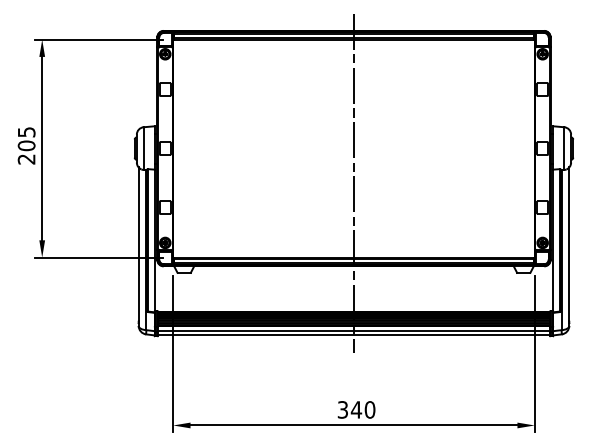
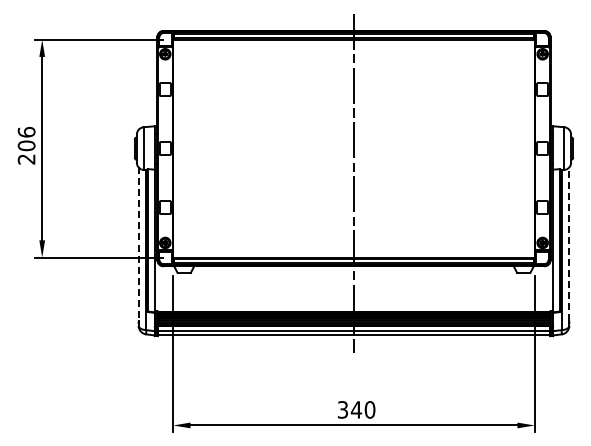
text at (26, 131): 205 -> 206
line at (138, 244): solid -> dashed
line at (569, 244): solid -> dashed
